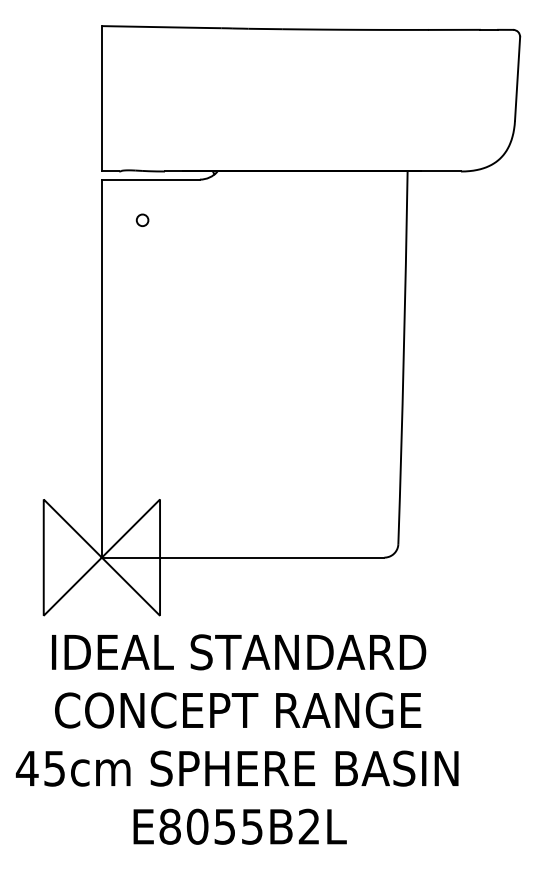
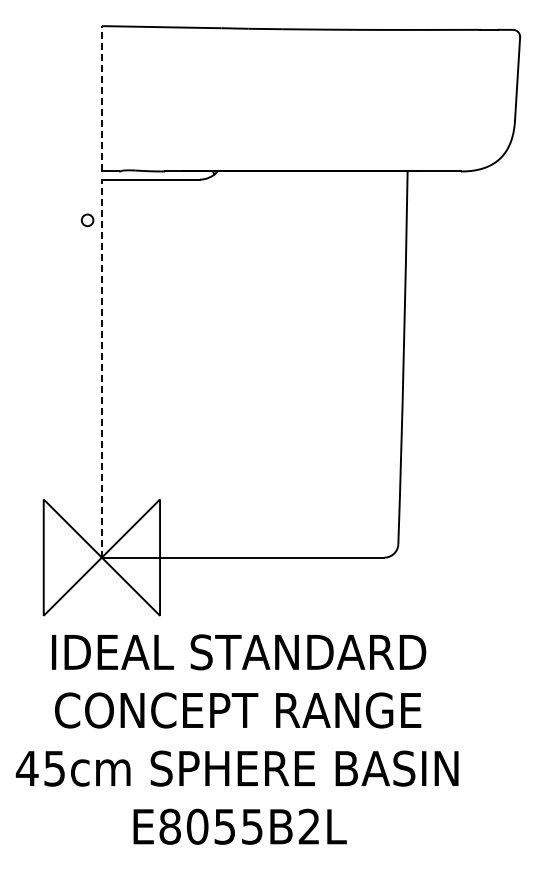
line at (101, 98): solid -> dashed
circle at (142, 219) position: (142, 219) -> (87, 219)
line at (101, 368): solid -> dashed
